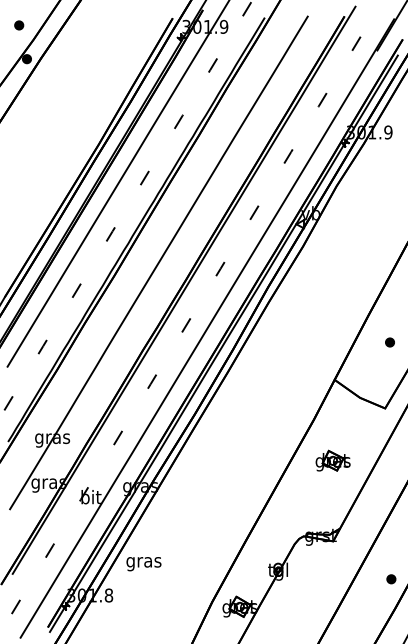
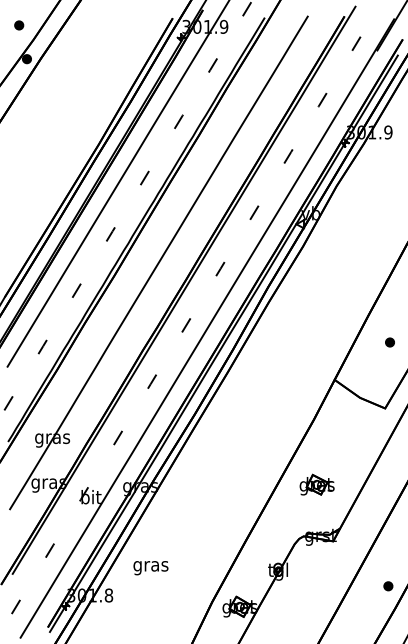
part at (332, 460) position: (332, 460) -> (316, 484)
text at (143, 564) position: (143, 564) -> (150, 568)
part at (391, 579) position: (391, 579) -> (388, 586)
